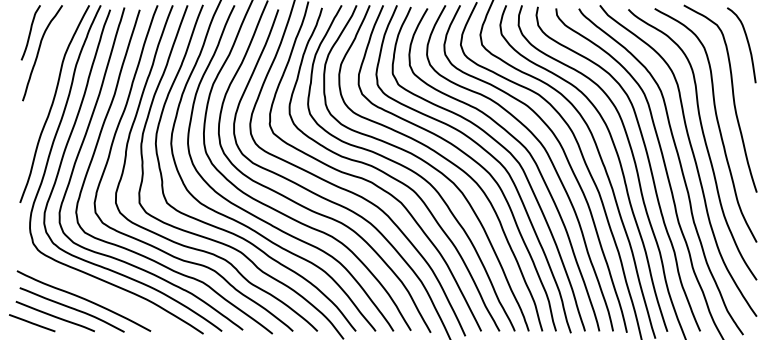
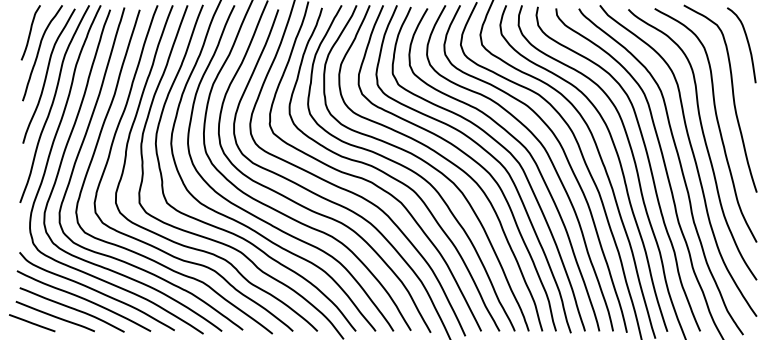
curve at (47, 75): none -> present
curve at (96, 291): none -> present
